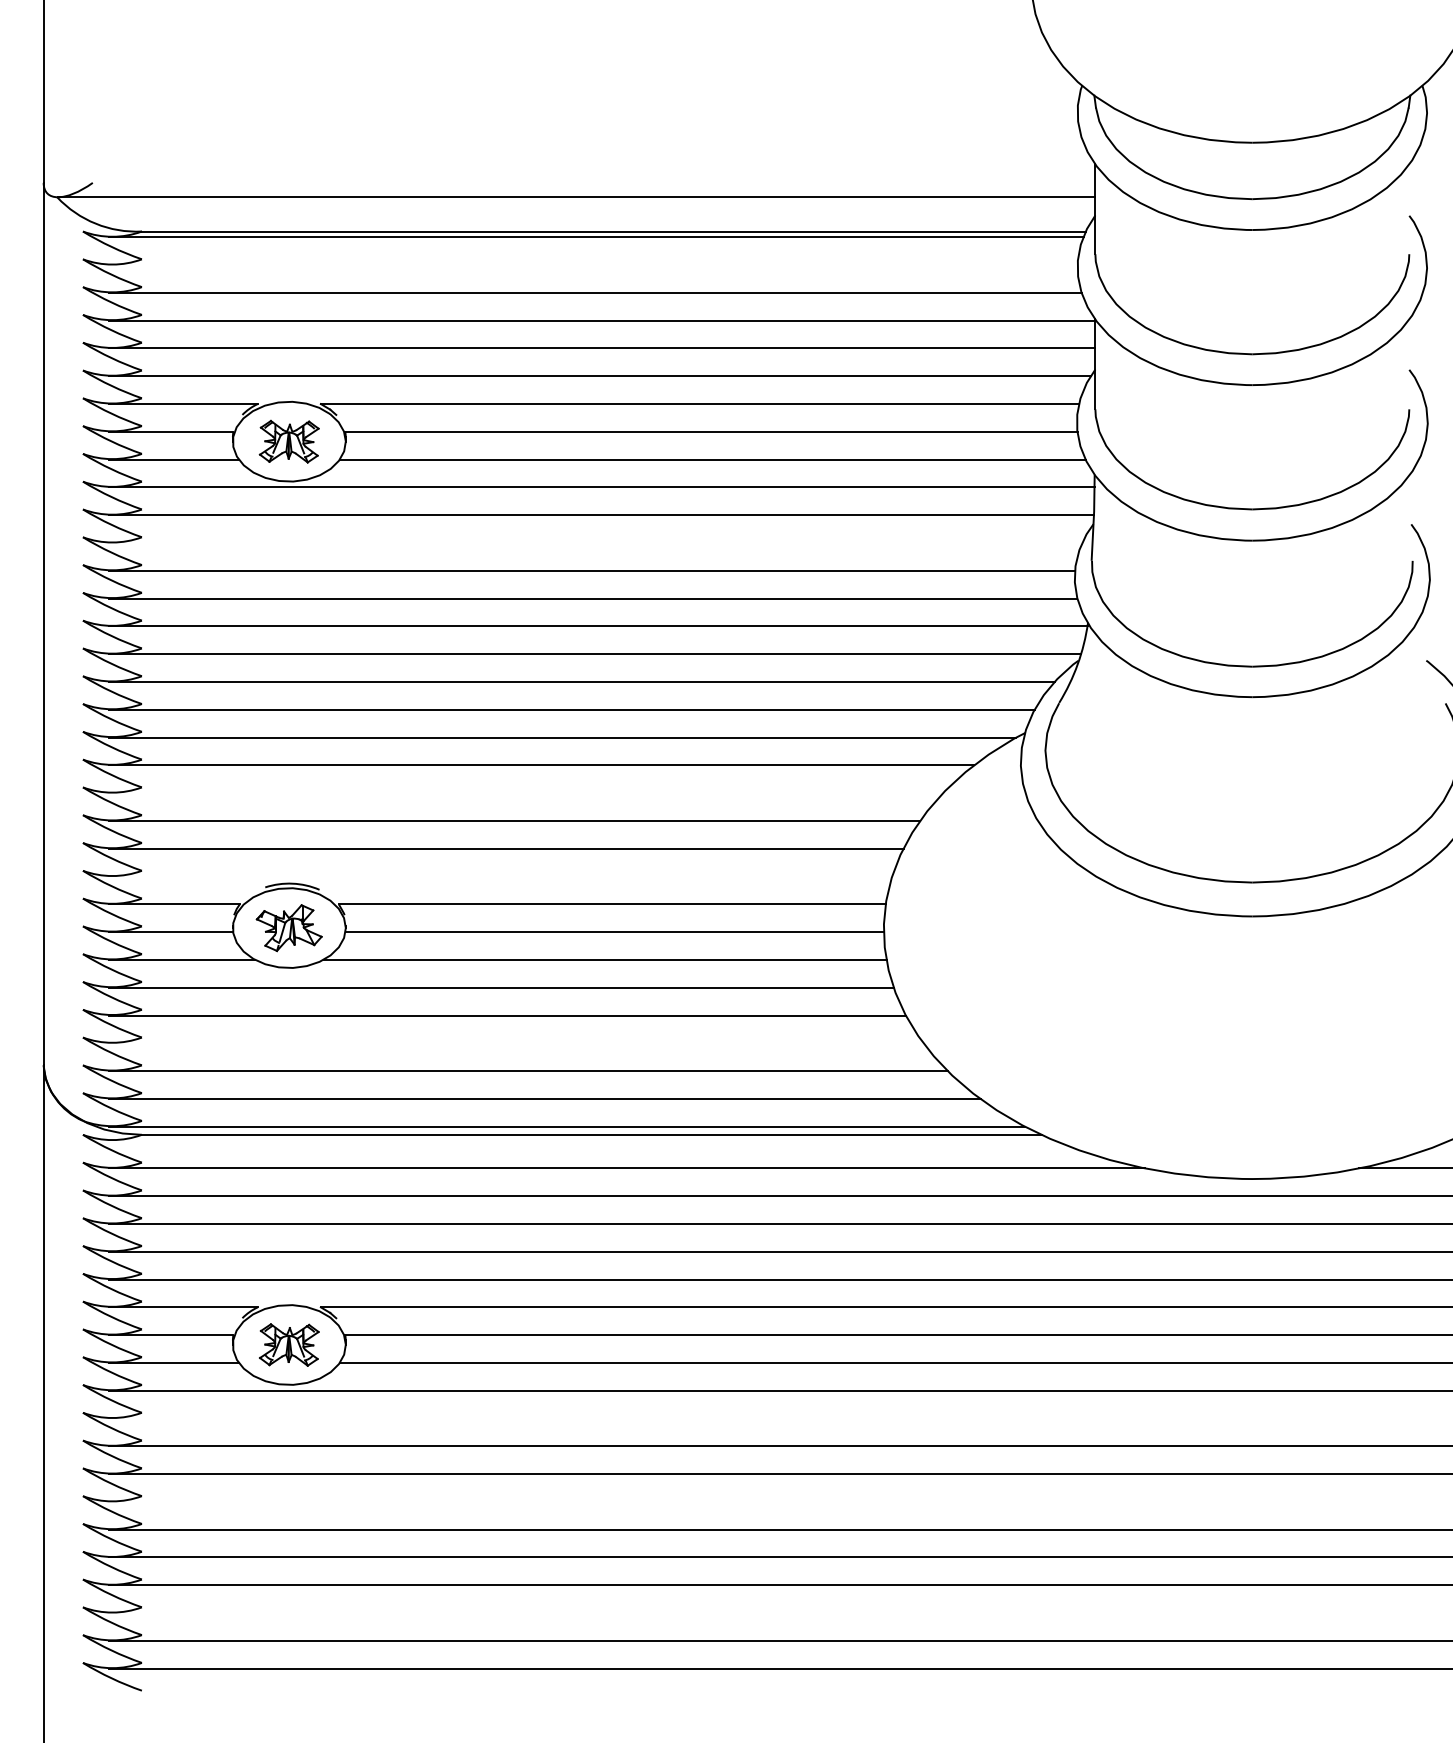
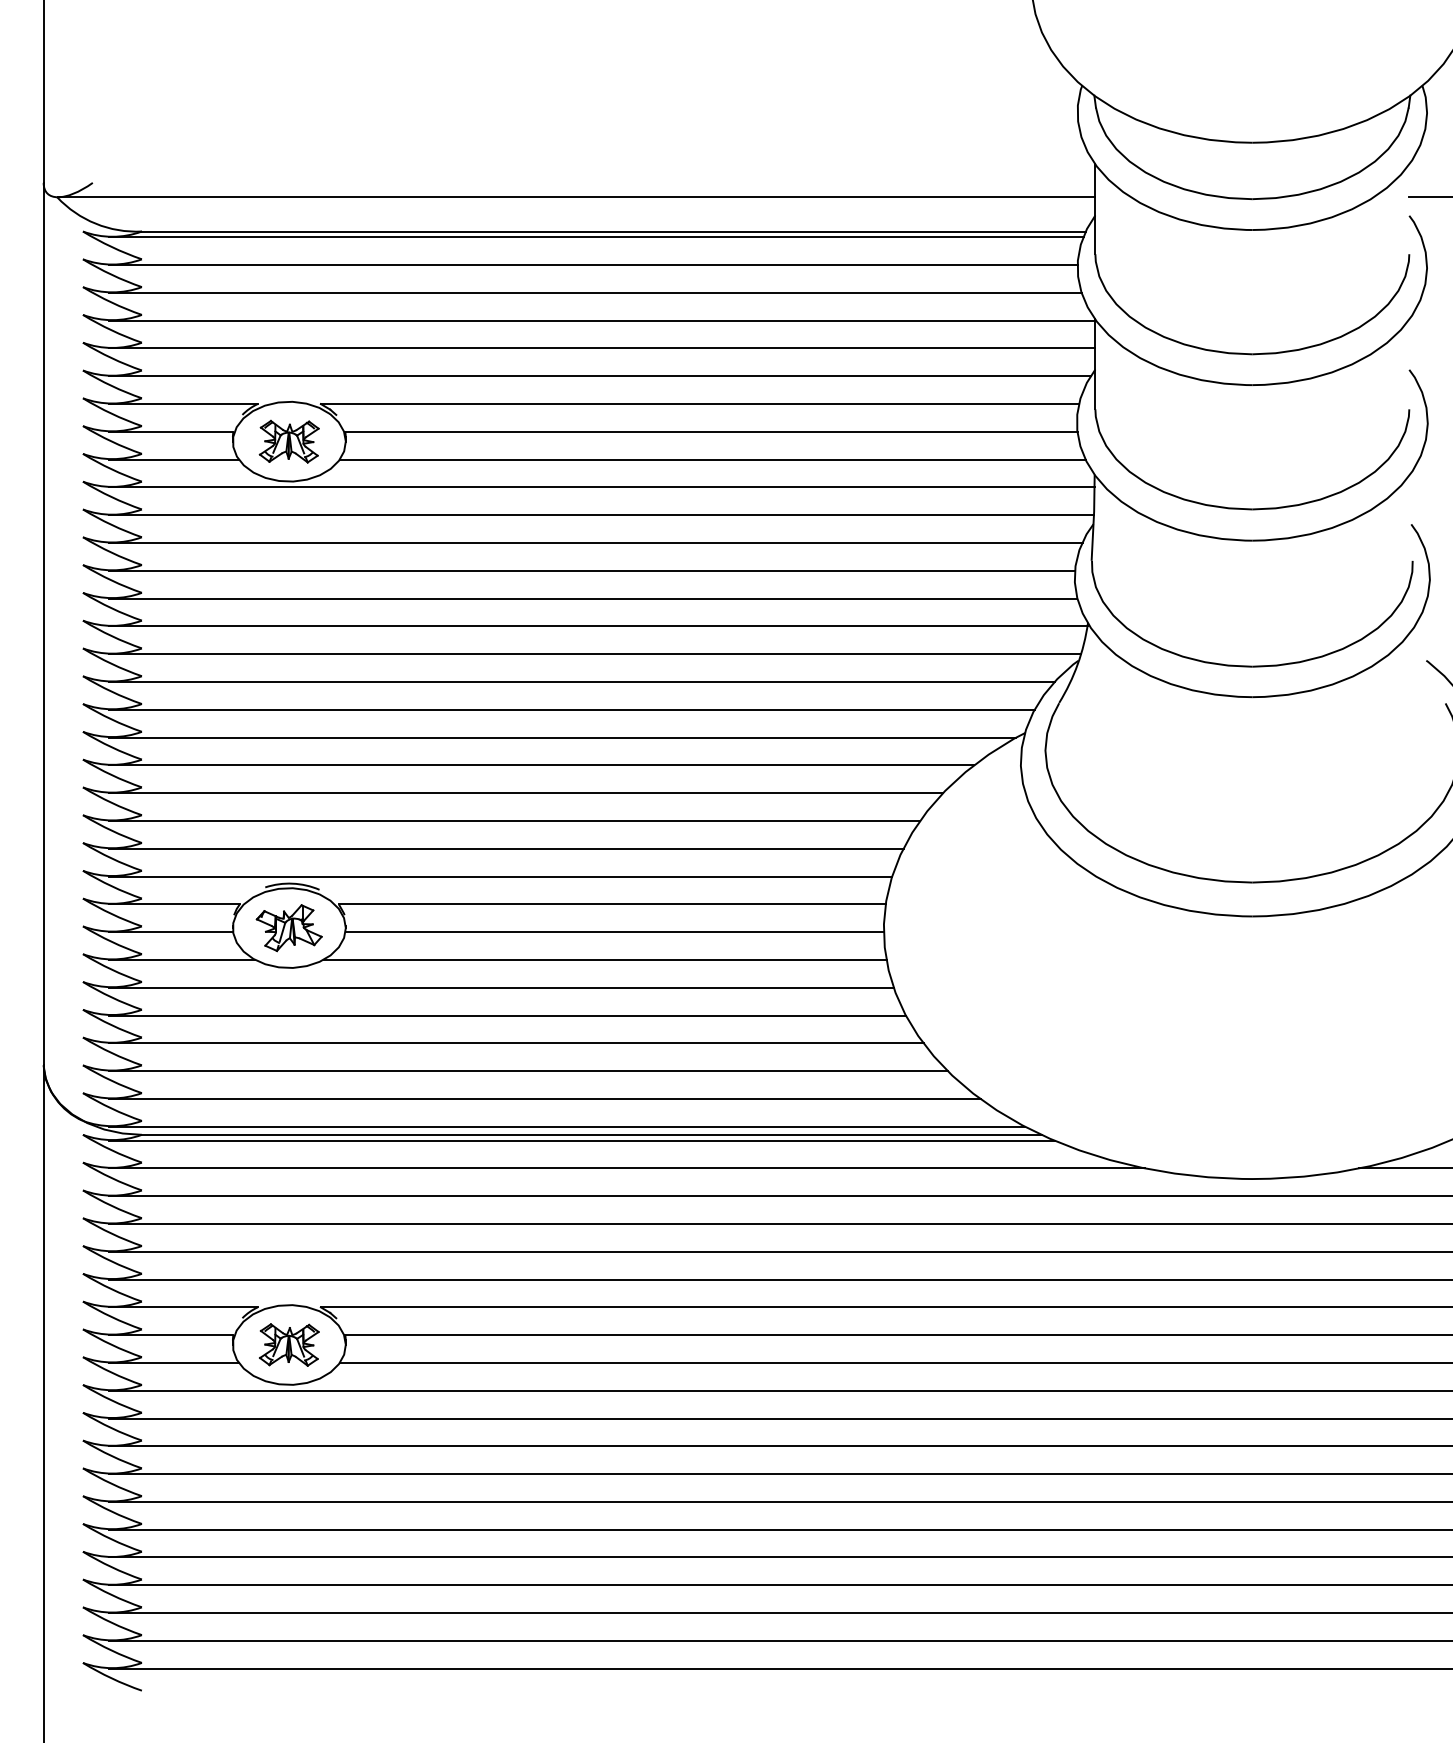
line at (1429, 197): none -> present
line at (593, 265): none -> present
line at (595, 543): none -> present
line at (526, 793): none -> present
line at (500, 876): none -> present
line at (516, 1043): none -> present
line at (581, 1140): none -> present
line at (779, 1418): none -> present
line at (779, 1501): none -> present
line at (779, 1613): none -> present
